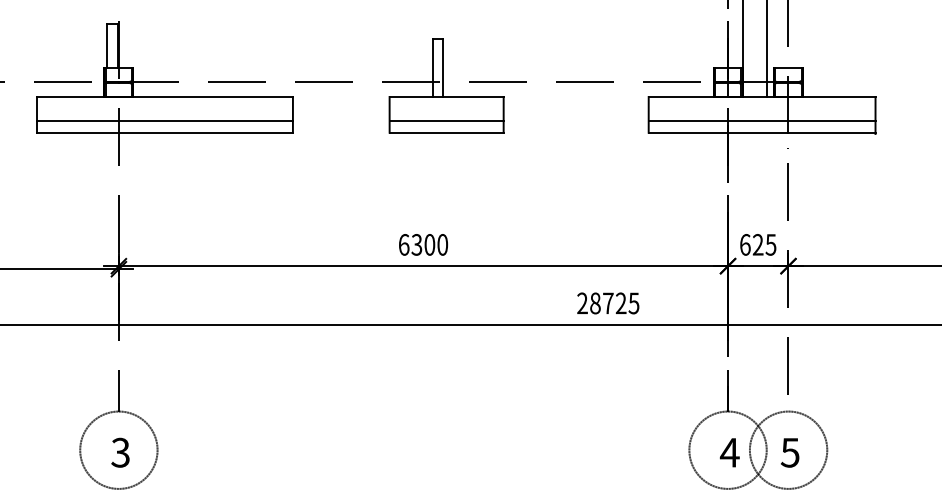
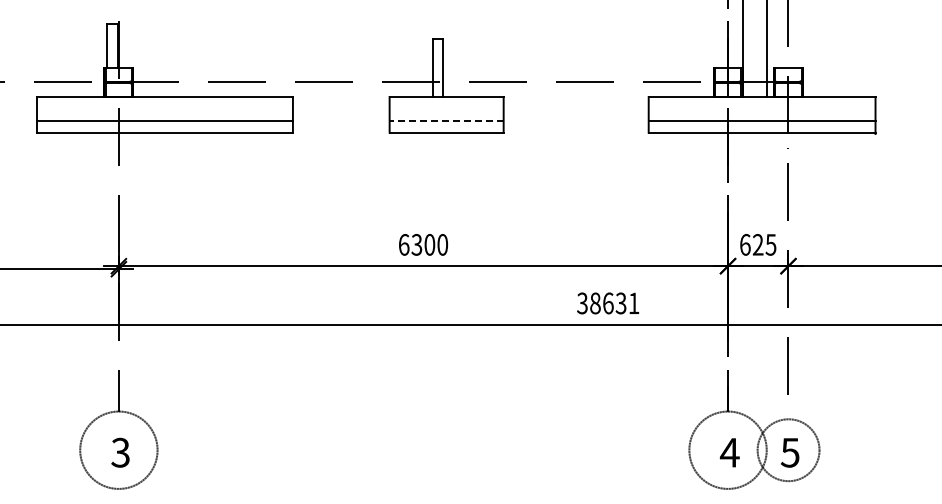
line at (446, 121): solid -> dashed
text at (608, 303): 28725 -> 38631
circle at (788, 449) diameter: 77 px -> 62 px
